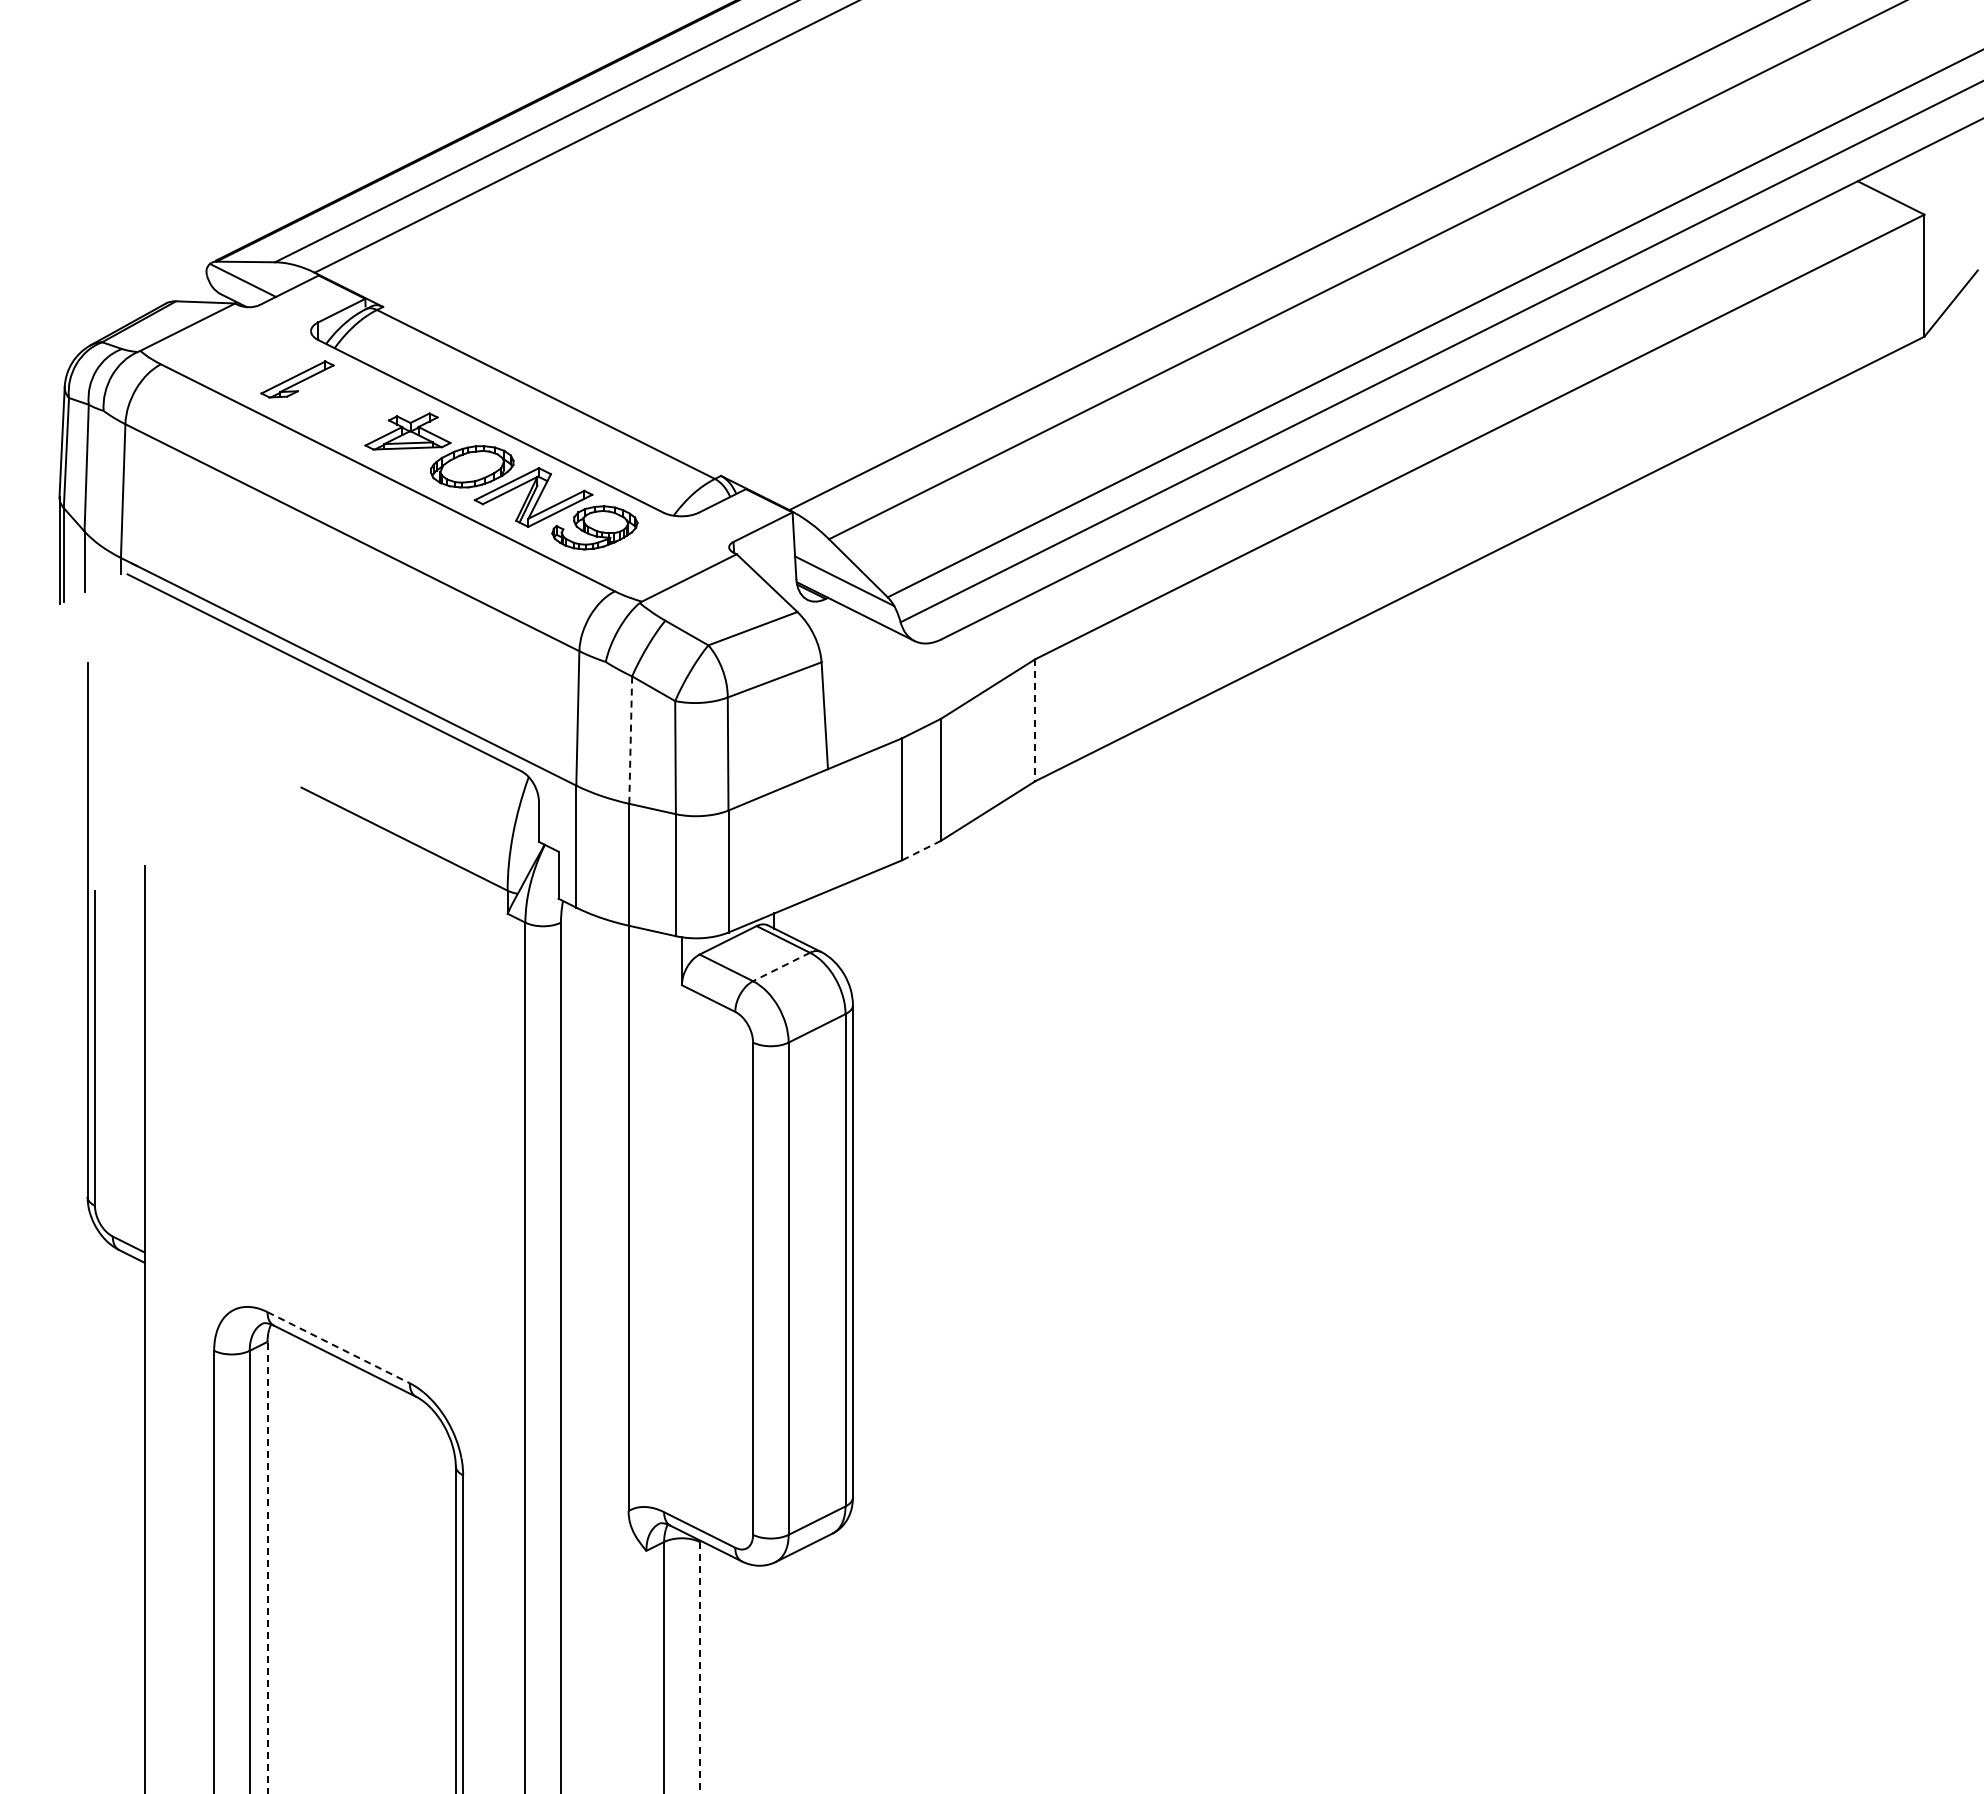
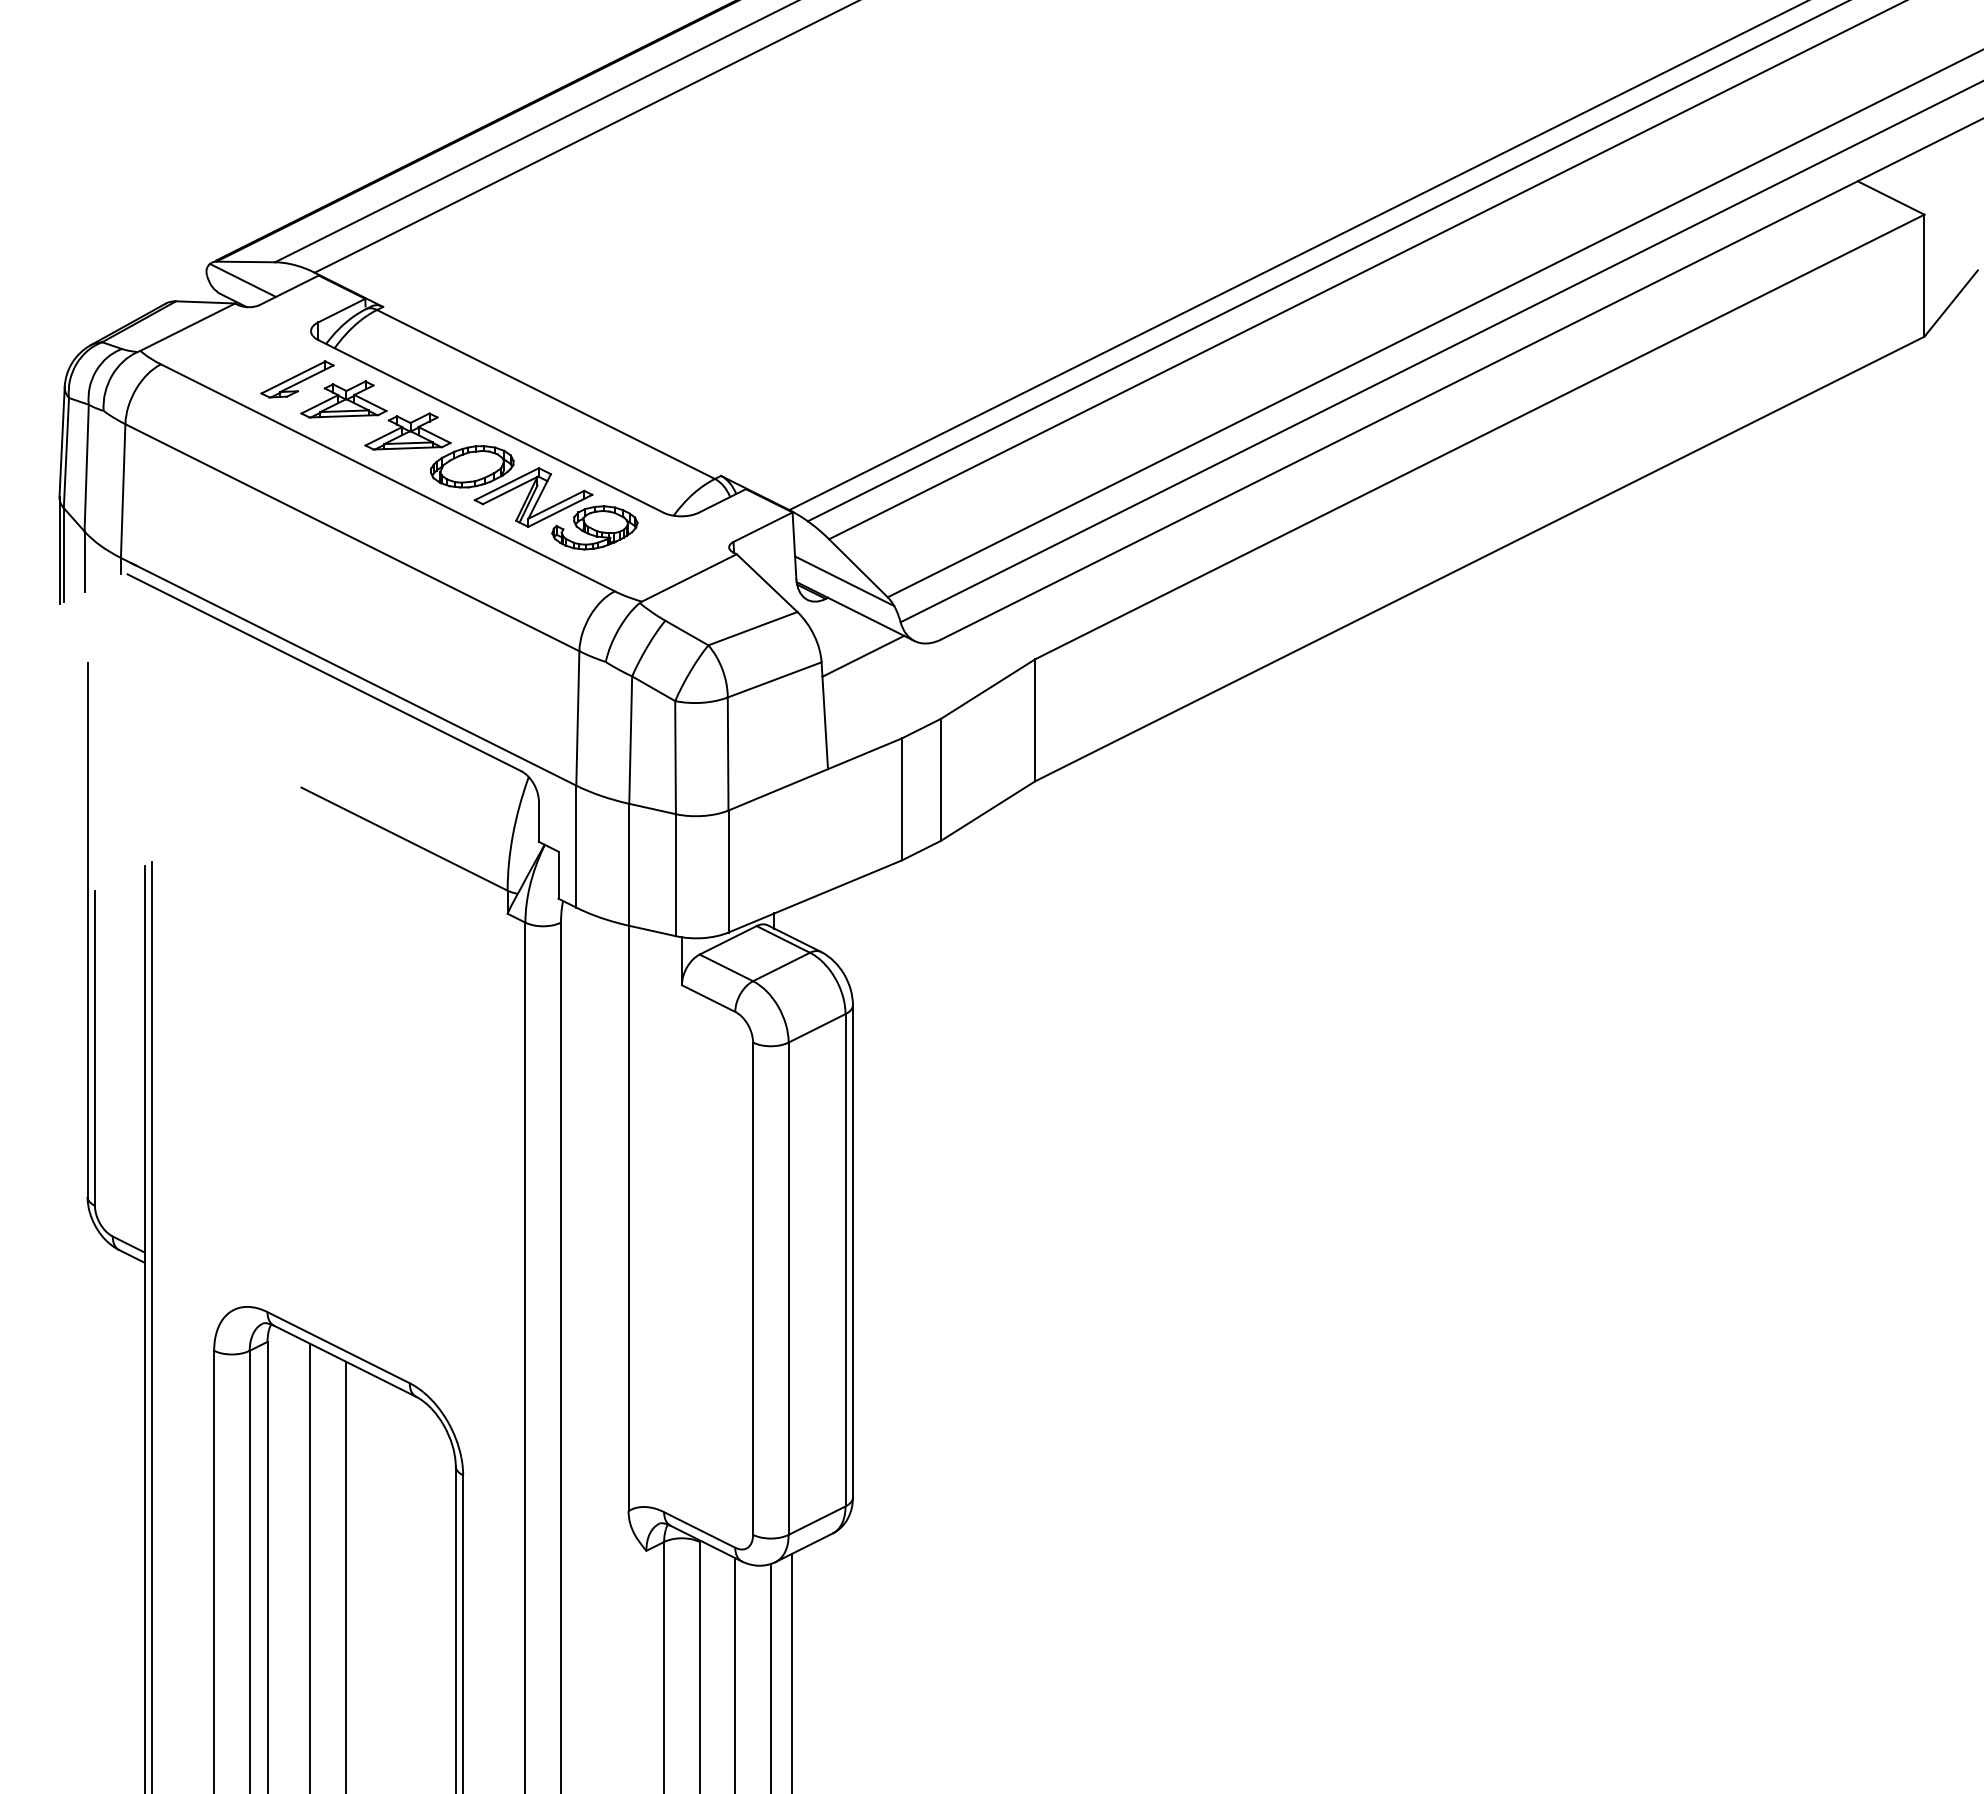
line at (1326, 261): none -> present
part at (343, 399): none -> present
line at (863, 655): none -> present
line at (1035, 720): dashed -> solid
line at (630, 740): dashed -> solid
line at (921, 850): dashed -> solid
line at (781, 967): dashed -> solid
line at (151, 1326): none -> present
line at (338, 1347): dashed -> solid
line at (310, 1566): none -> present
line at (267, 1567): dashed -> solid
line at (345, 1575): none -> present
line at (699, 1667): dashed -> solid
line at (792, 1671): none -> present
line at (735, 1674): none -> present
line at (770, 1677): none -> present
